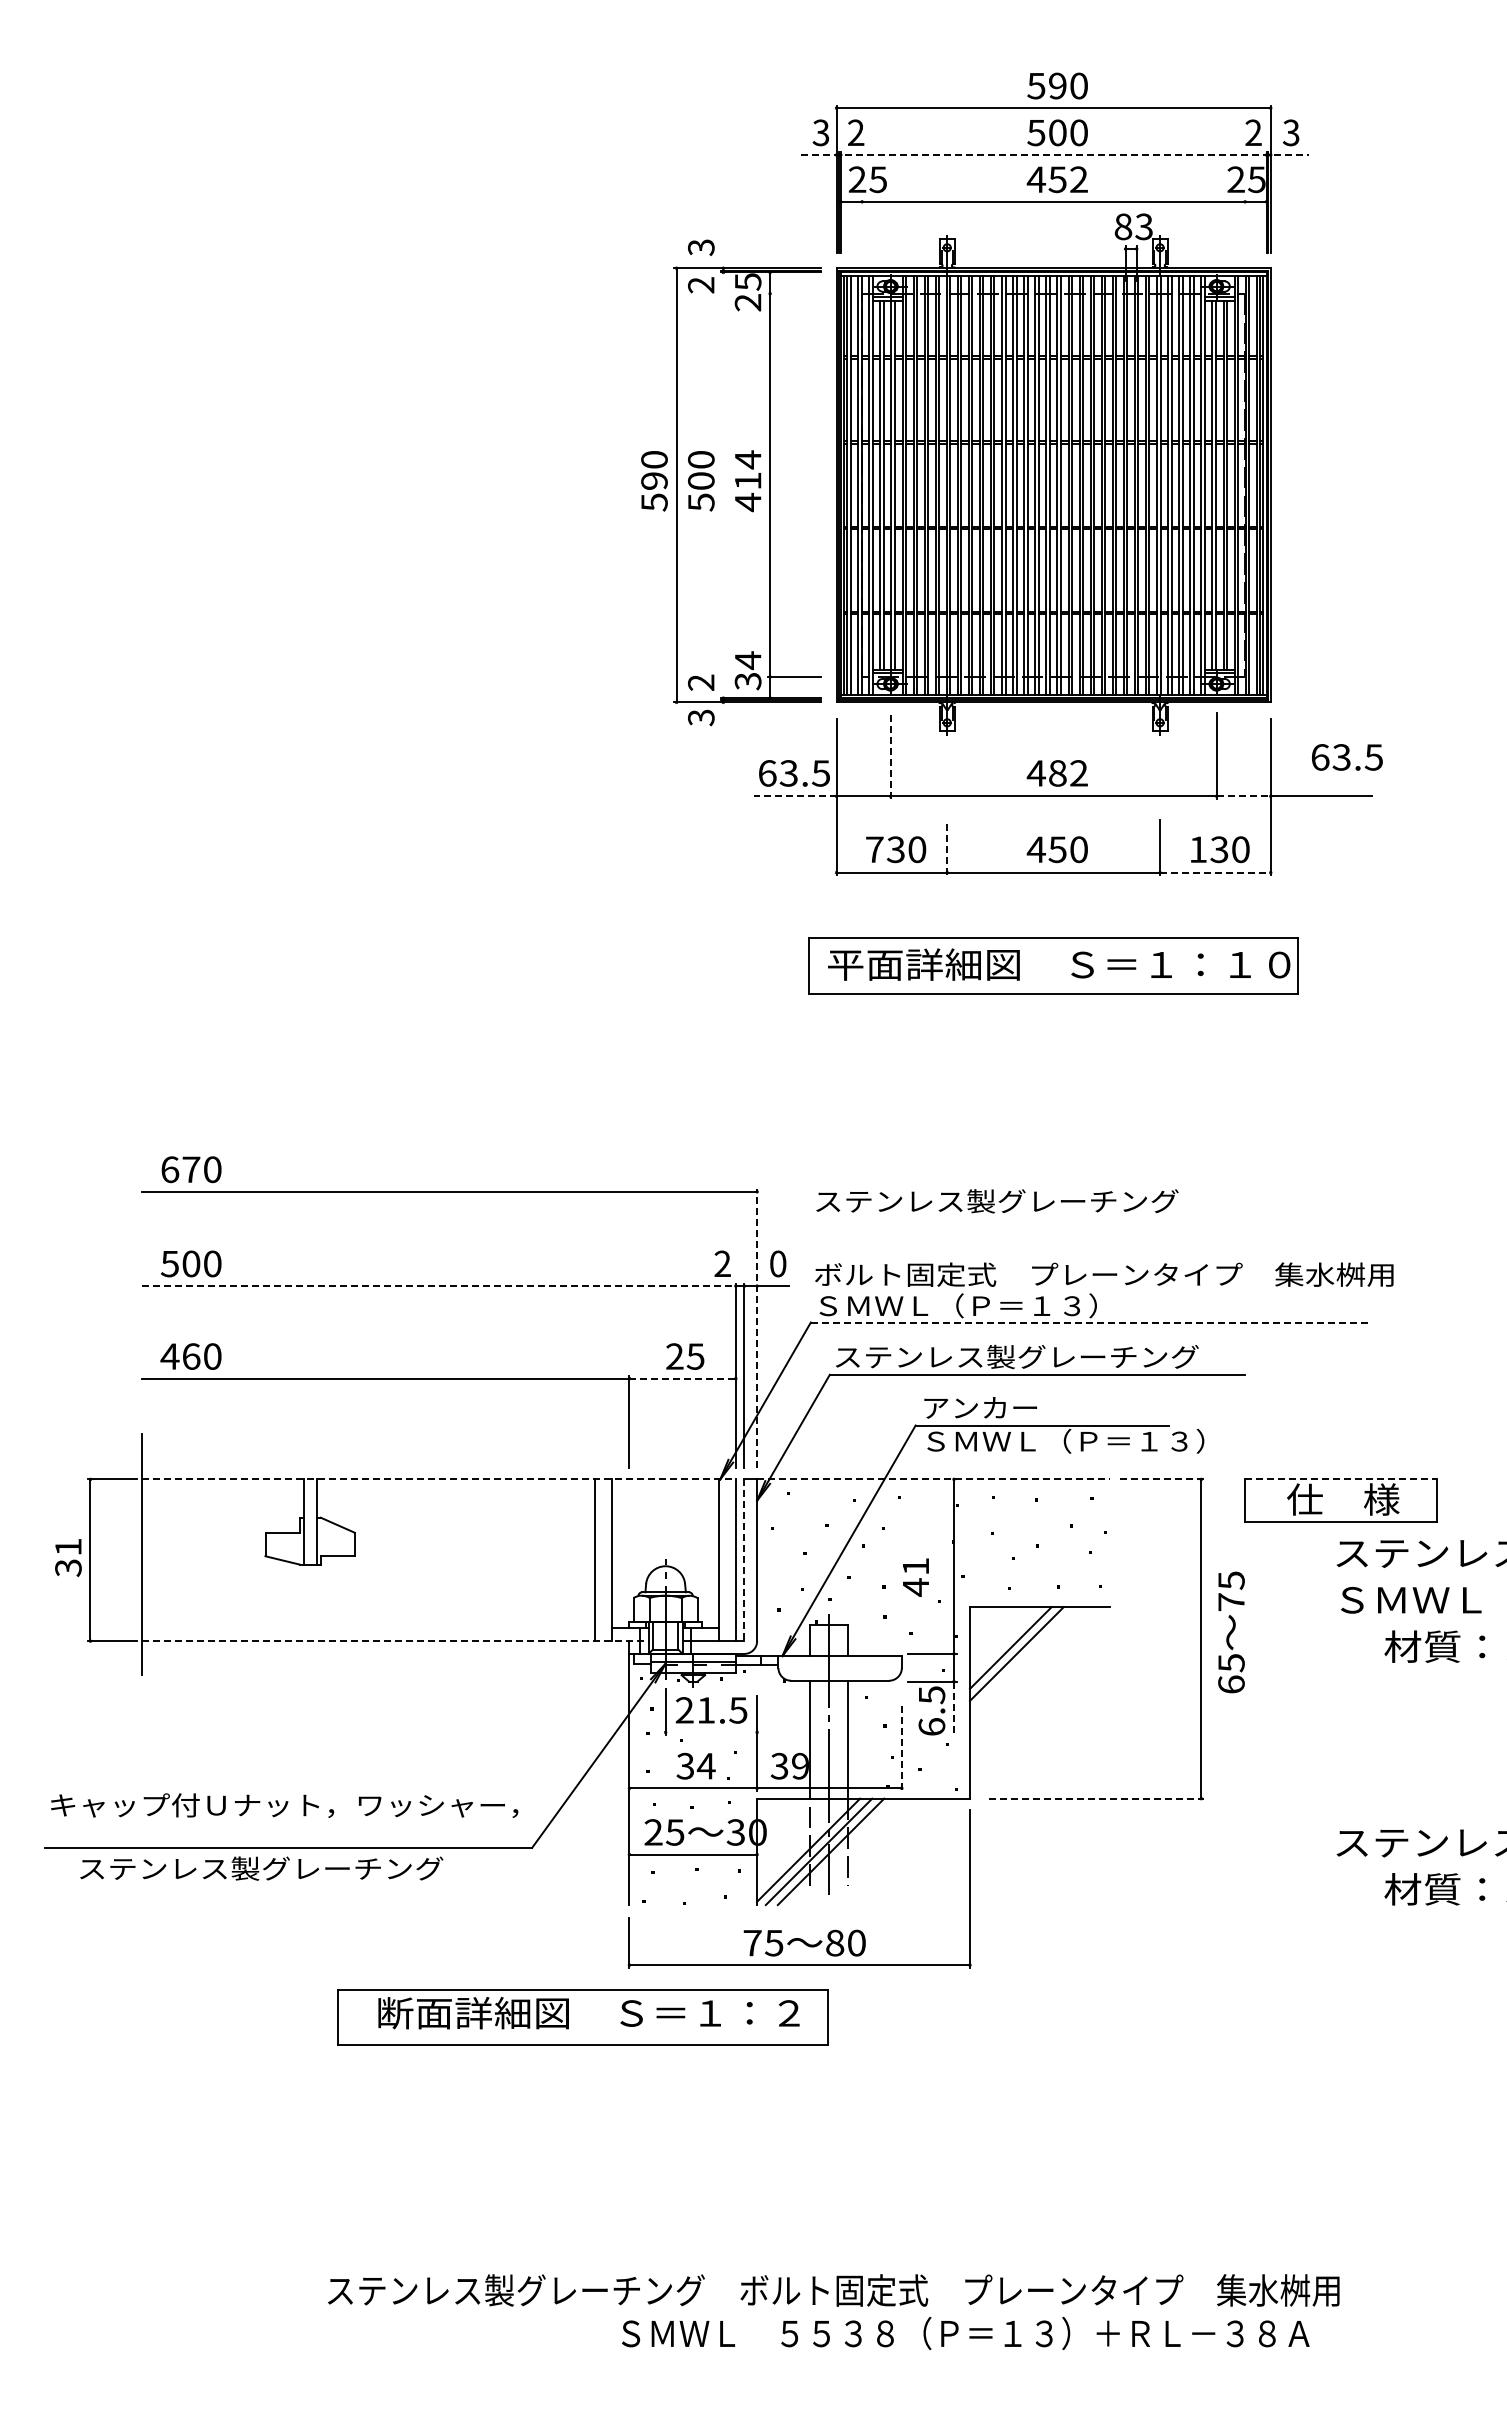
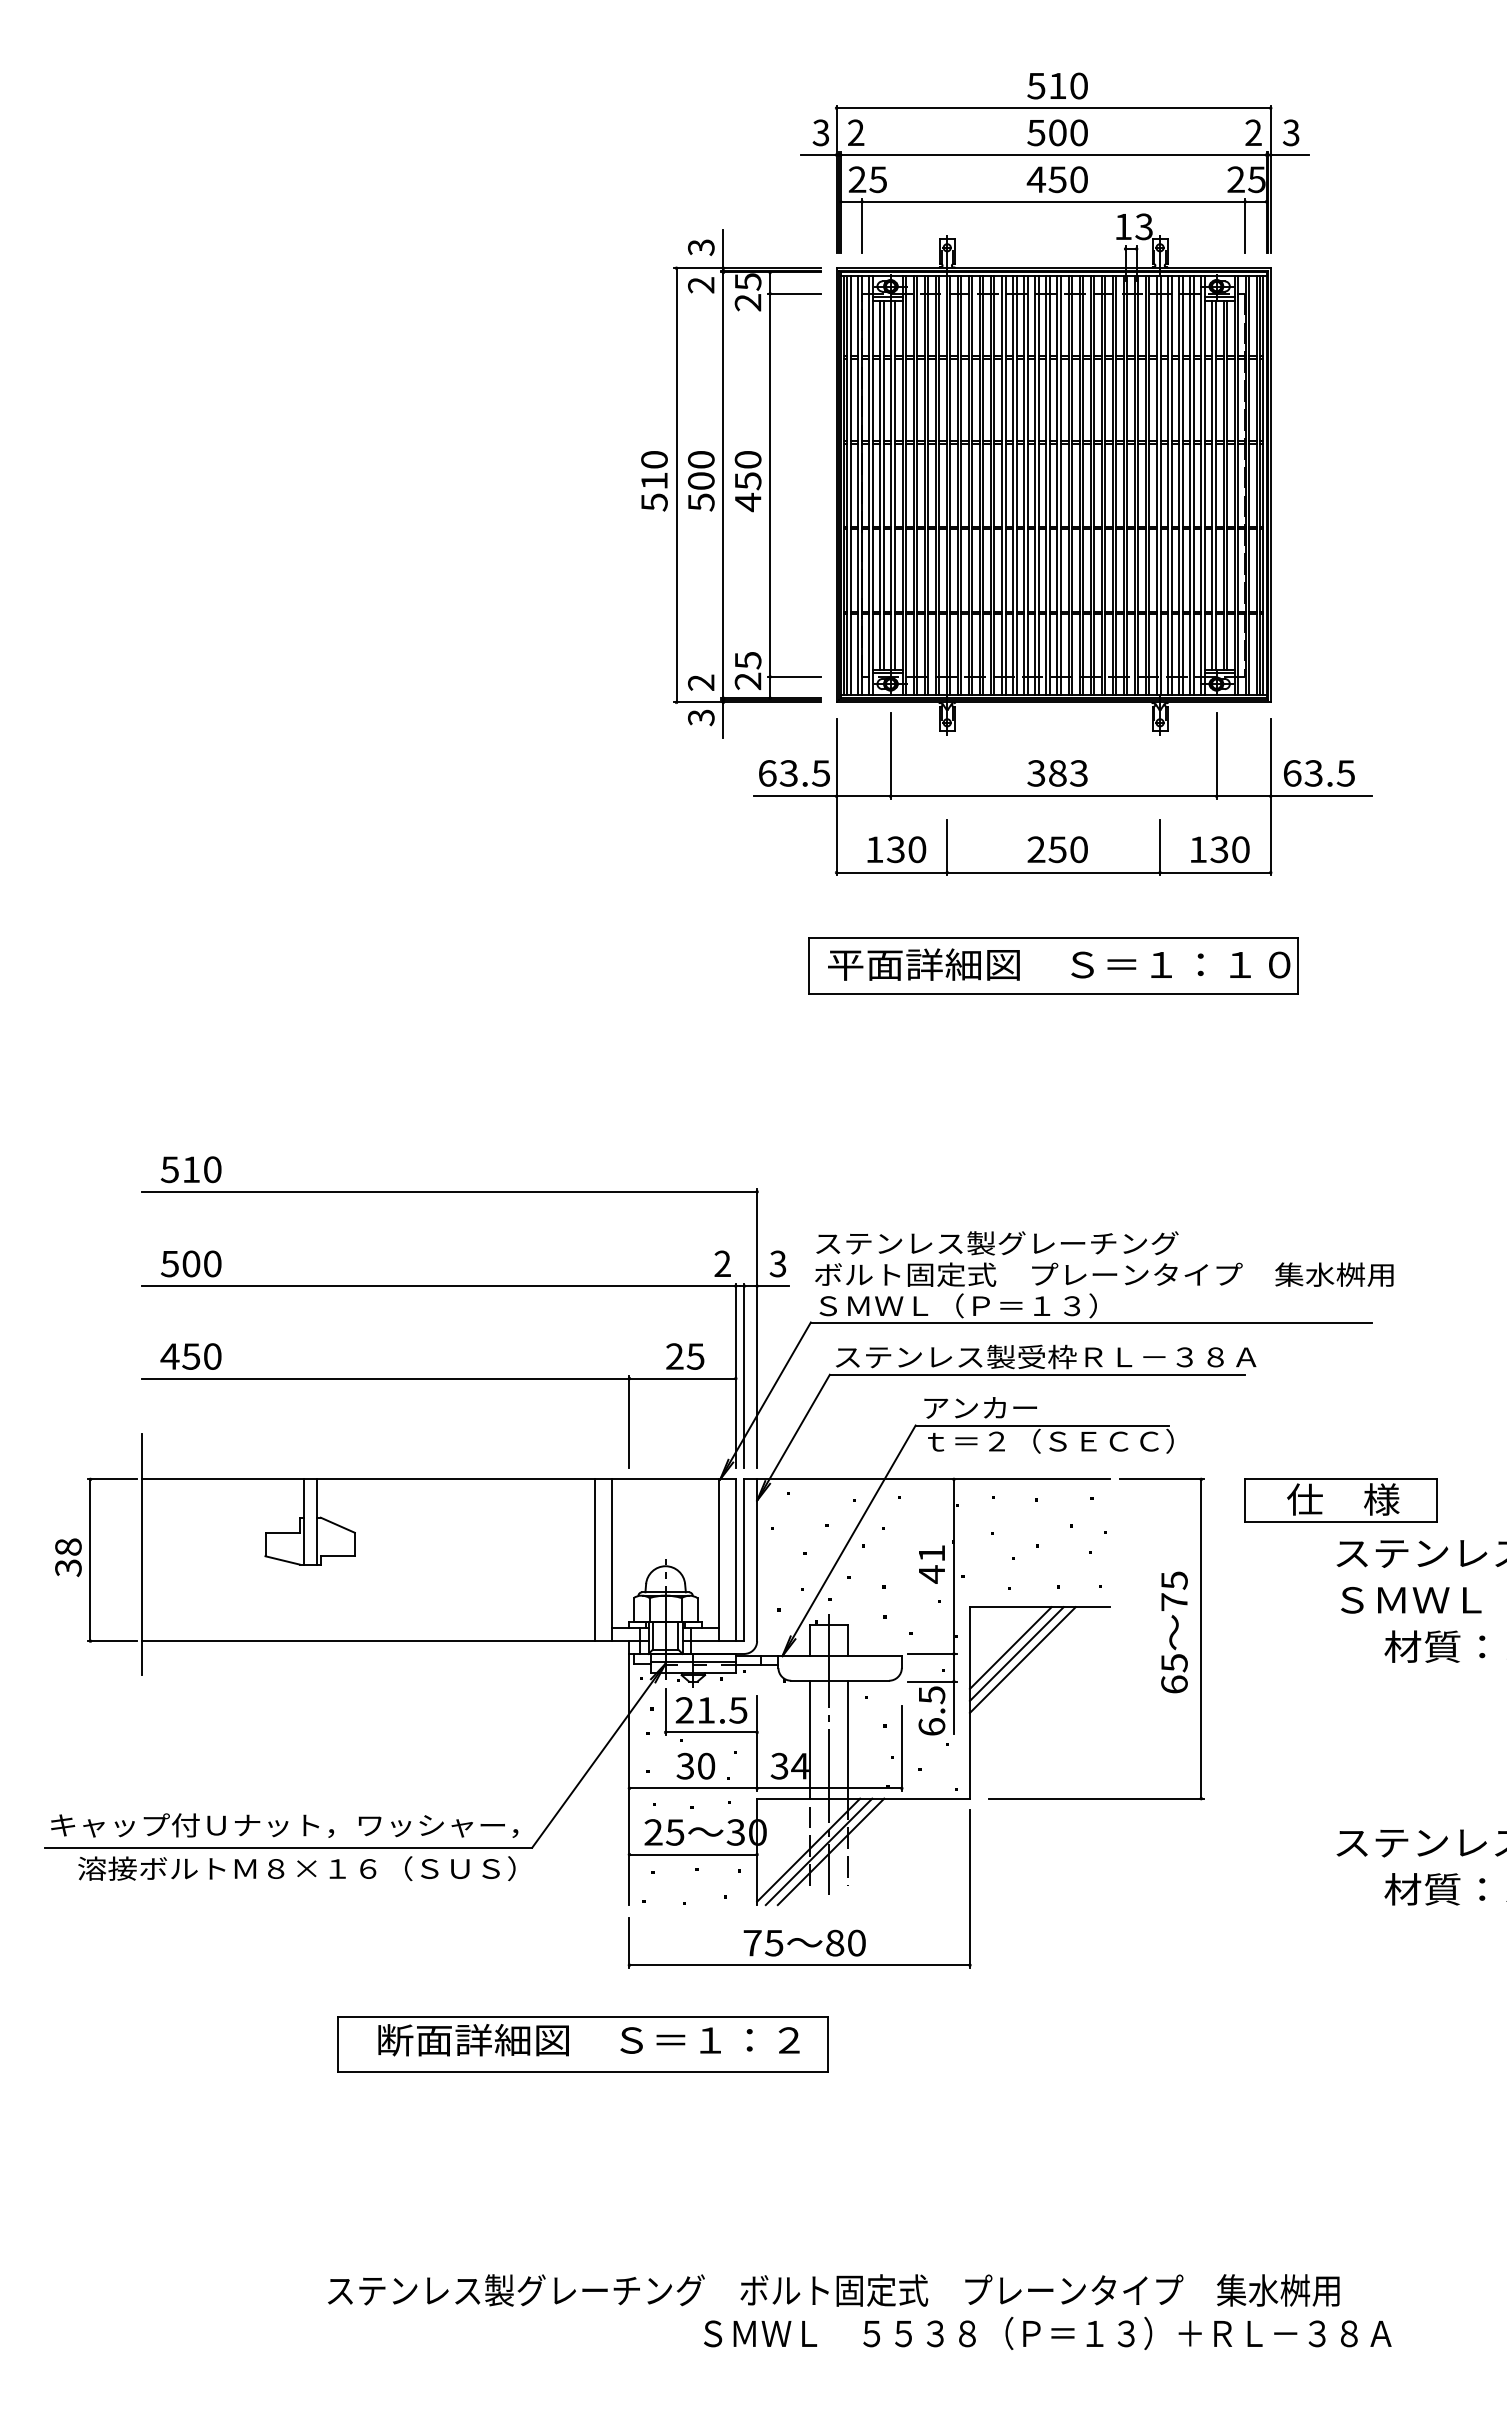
text at (1057, 85): 590 -> 510
line at (1055, 155): dashed -> solid
text at (1078, 179): 452 -> 450
line at (862, 225): none -> present
line at (1245, 225): none -> present
text at (1123, 226): 83 -> 13
line at (794, 293): none -> present
text at (747, 470): 414 -> 450
text at (654, 480): 590 -> 510
line at (723, 483): none -> present
text at (748, 670): 34 -> 25
line at (890, 756): dashed -> solid
text at (1347, 757) position: (1347, 757) -> (1319, 773)
text at (1056, 773): 482 -> 383
line at (794, 796): dashed -> solid
line at (1244, 796): dashed -> solid
line at (947, 847): dashed -> solid
text at (874, 849): 730 -> 130
text at (1035, 849): 450 -> 250
line at (1215, 872): dashed -> solid
text at (180, 1169): 670 -> 510
text at (997, 1201) position: (997, 1201) -> (997, 1243)
text at (777, 1263): 0 -> 3
line at (438, 1286): dashed -> solid
line at (1091, 1322): dashed -> solid
line at (757, 1328): dashed -> solid
text at (191, 1356): 460 -> 450
text at (1137, 1356): ステンレス製グレーチング -> ステンレス製受枠ＲＬ－３８Ａ
line at (683, 1378): dashed -> solid
text at (1065, 1440): ＳＭＷＬ（Ｐ＝１３） -> ｔ＝２（ＳＥＣＣ）
line at (438, 1479): dashed -> solid
line at (933, 1479): dashed -> solid
line at (1162, 1479): dashed -> solid
line at (1341, 1479): dashed -> solid
text at (68, 1546): 31 -> 38
line at (744, 1560): dashed -> solid
text at (915, 1577) position: (915, 1577) -> (931, 1564)
text at (1231, 1632) position: (1231, 1632) -> (1174, 1632)
line at (395, 1641): dashed -> solid
line at (1022, 1659): none -> present
line at (953, 1708): dashed -> solid
line at (711, 1732): none -> present
line at (901, 1749): dashed -> solid
text at (705, 1765): 34 -> 30
text at (799, 1765): 39 -> 34
line at (1096, 1798): dashed -> solid
text at (284, 1805) position: (284, 1805) -> (284, 1825)
text at (296, 1868): ステンレス製グレーチング -> 溶接ボルトＭ８×１６（ＳＵＳ）
part at (582, 2017) position: (582, 2017) -> (582, 2044)
text at (965, 2332) position: (965, 2332) -> (1047, 2332)
